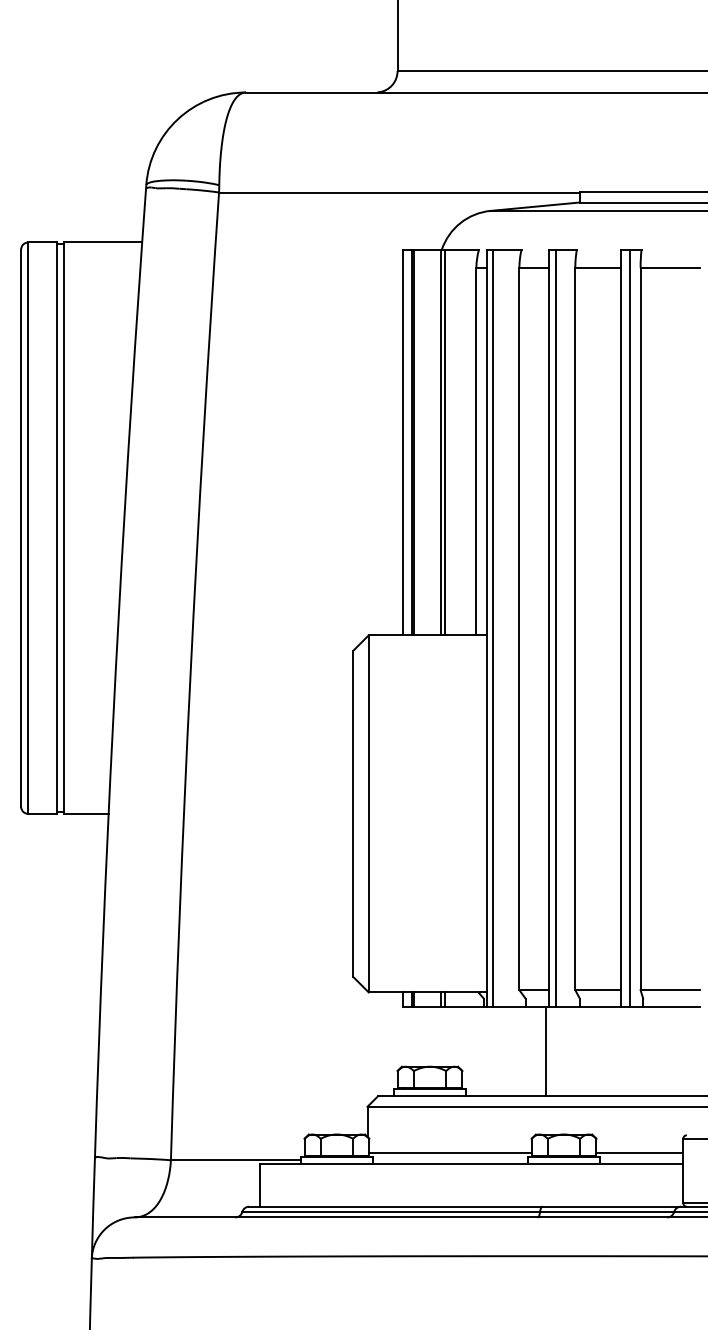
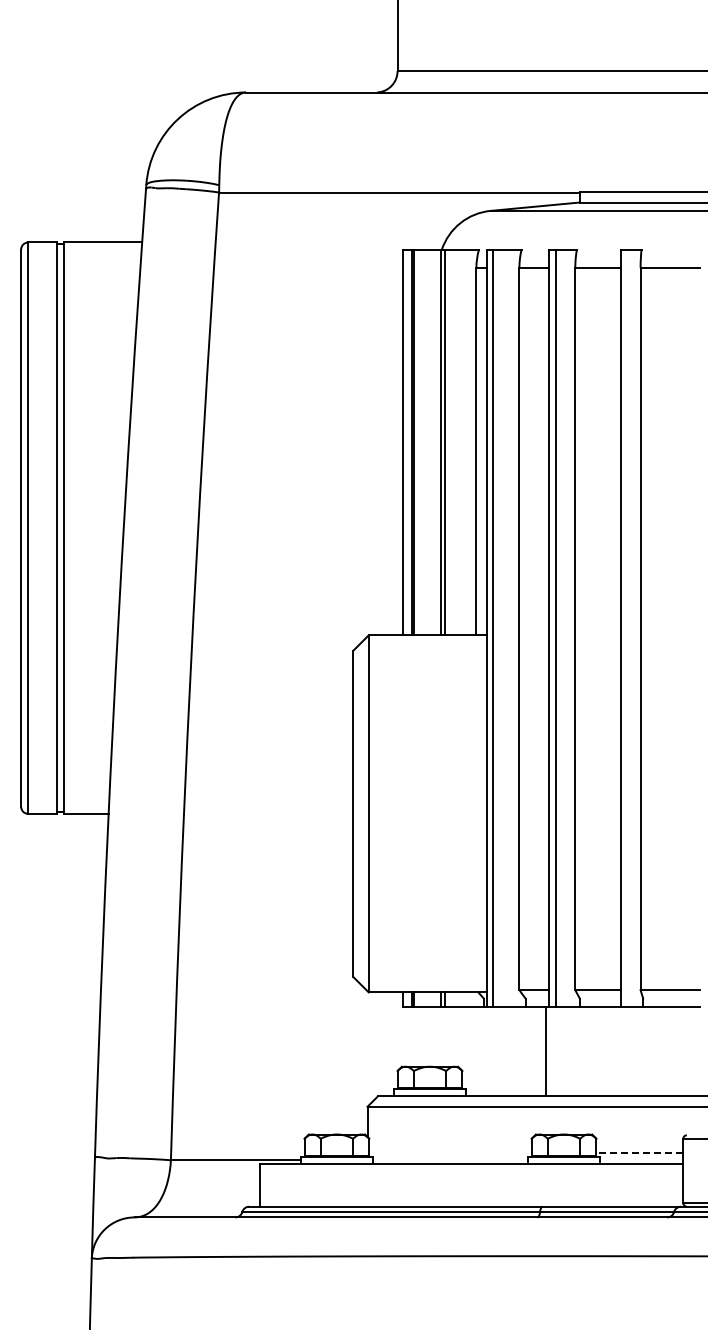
line at (629, 627): present -> none
line at (450, 1153): present -> none
line at (639, 1153): solid -> dashed
